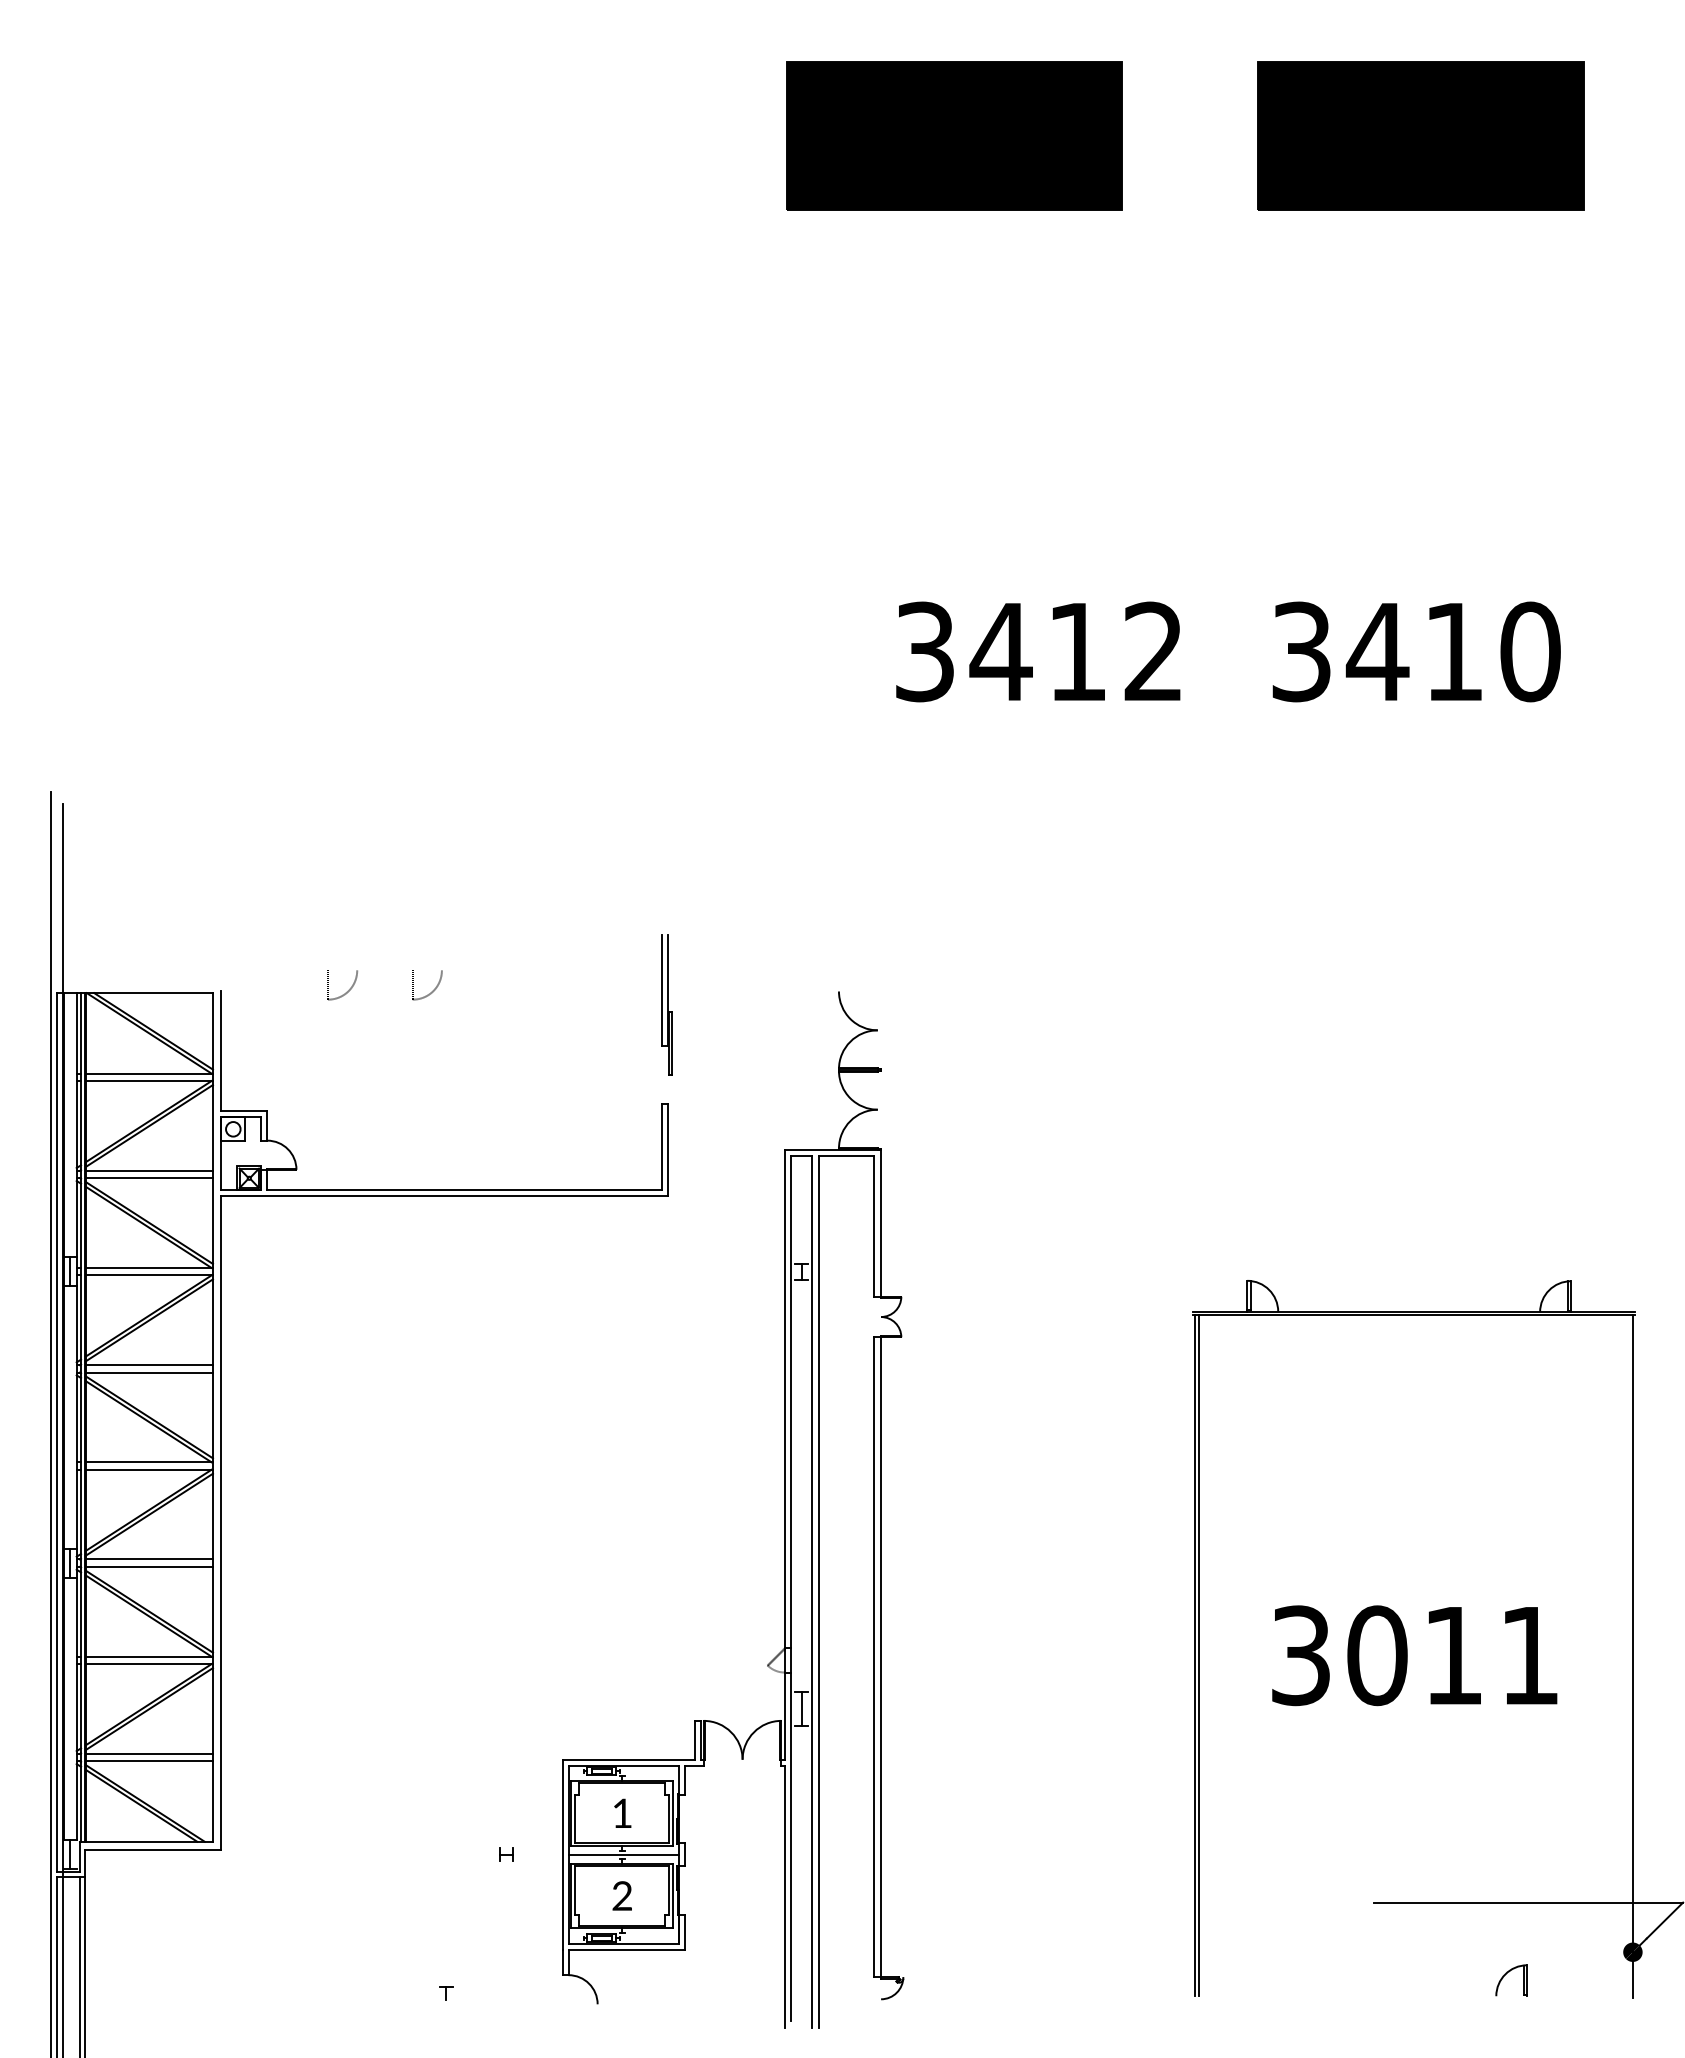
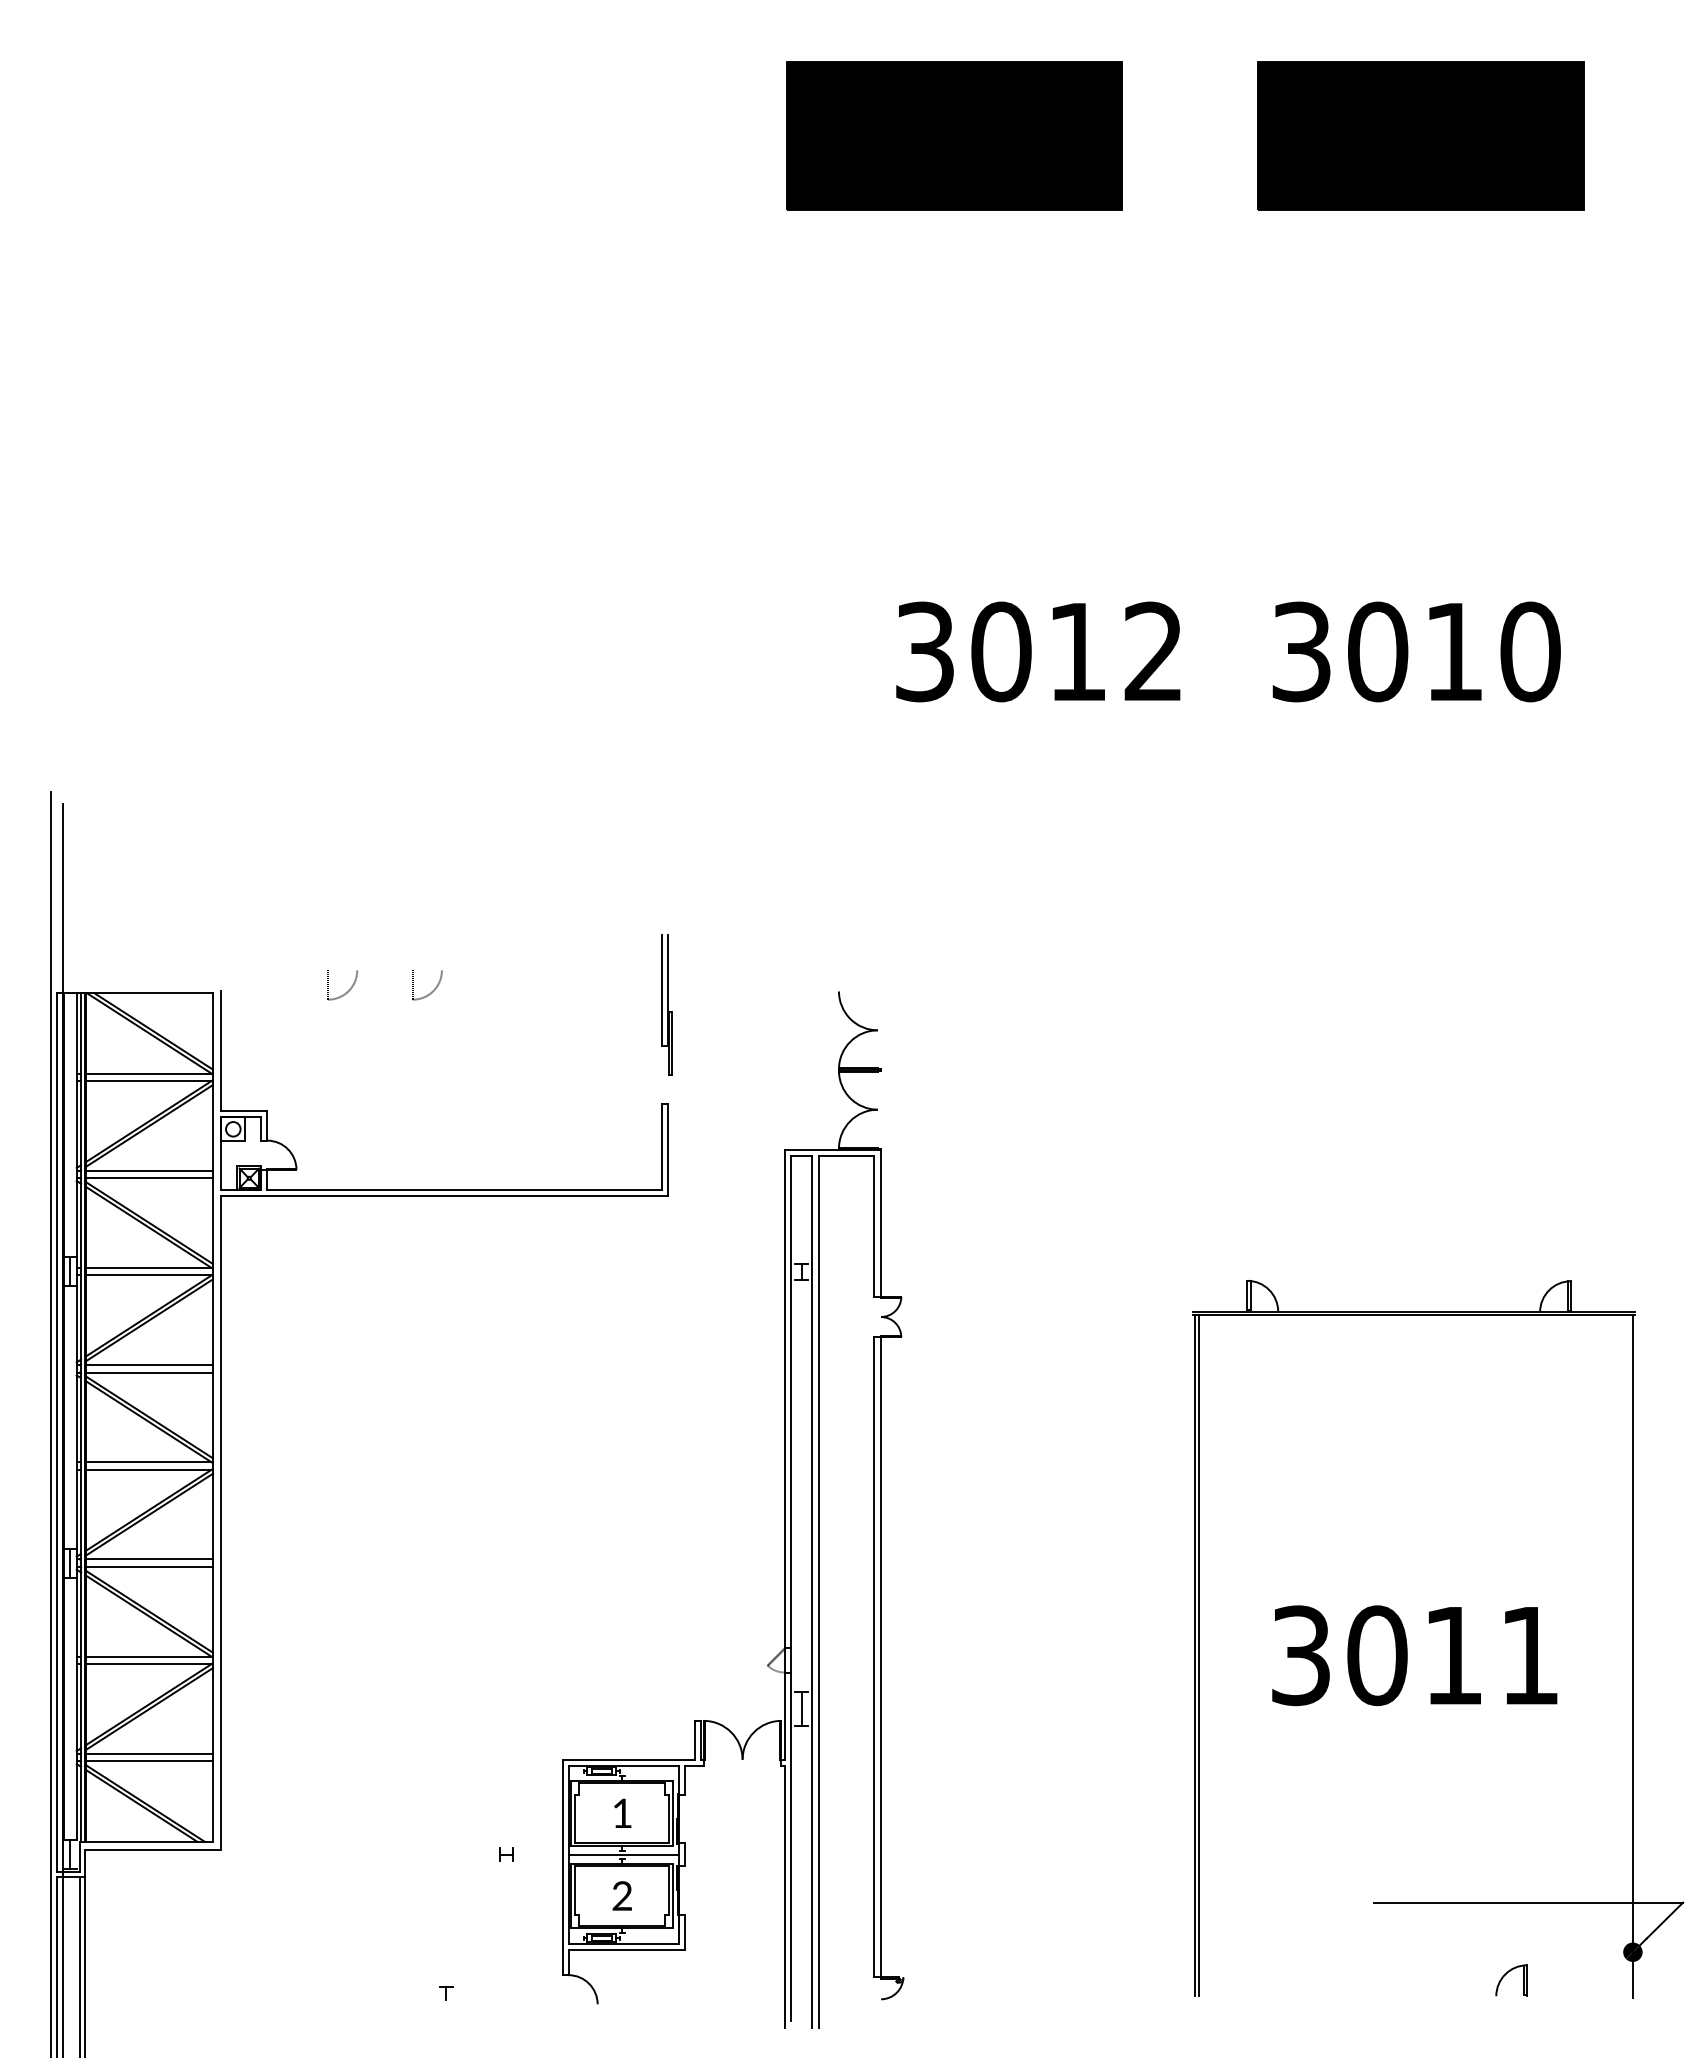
text at (1000, 651): 3412 -> 3012
text at (1377, 651): 3410 -> 3010
